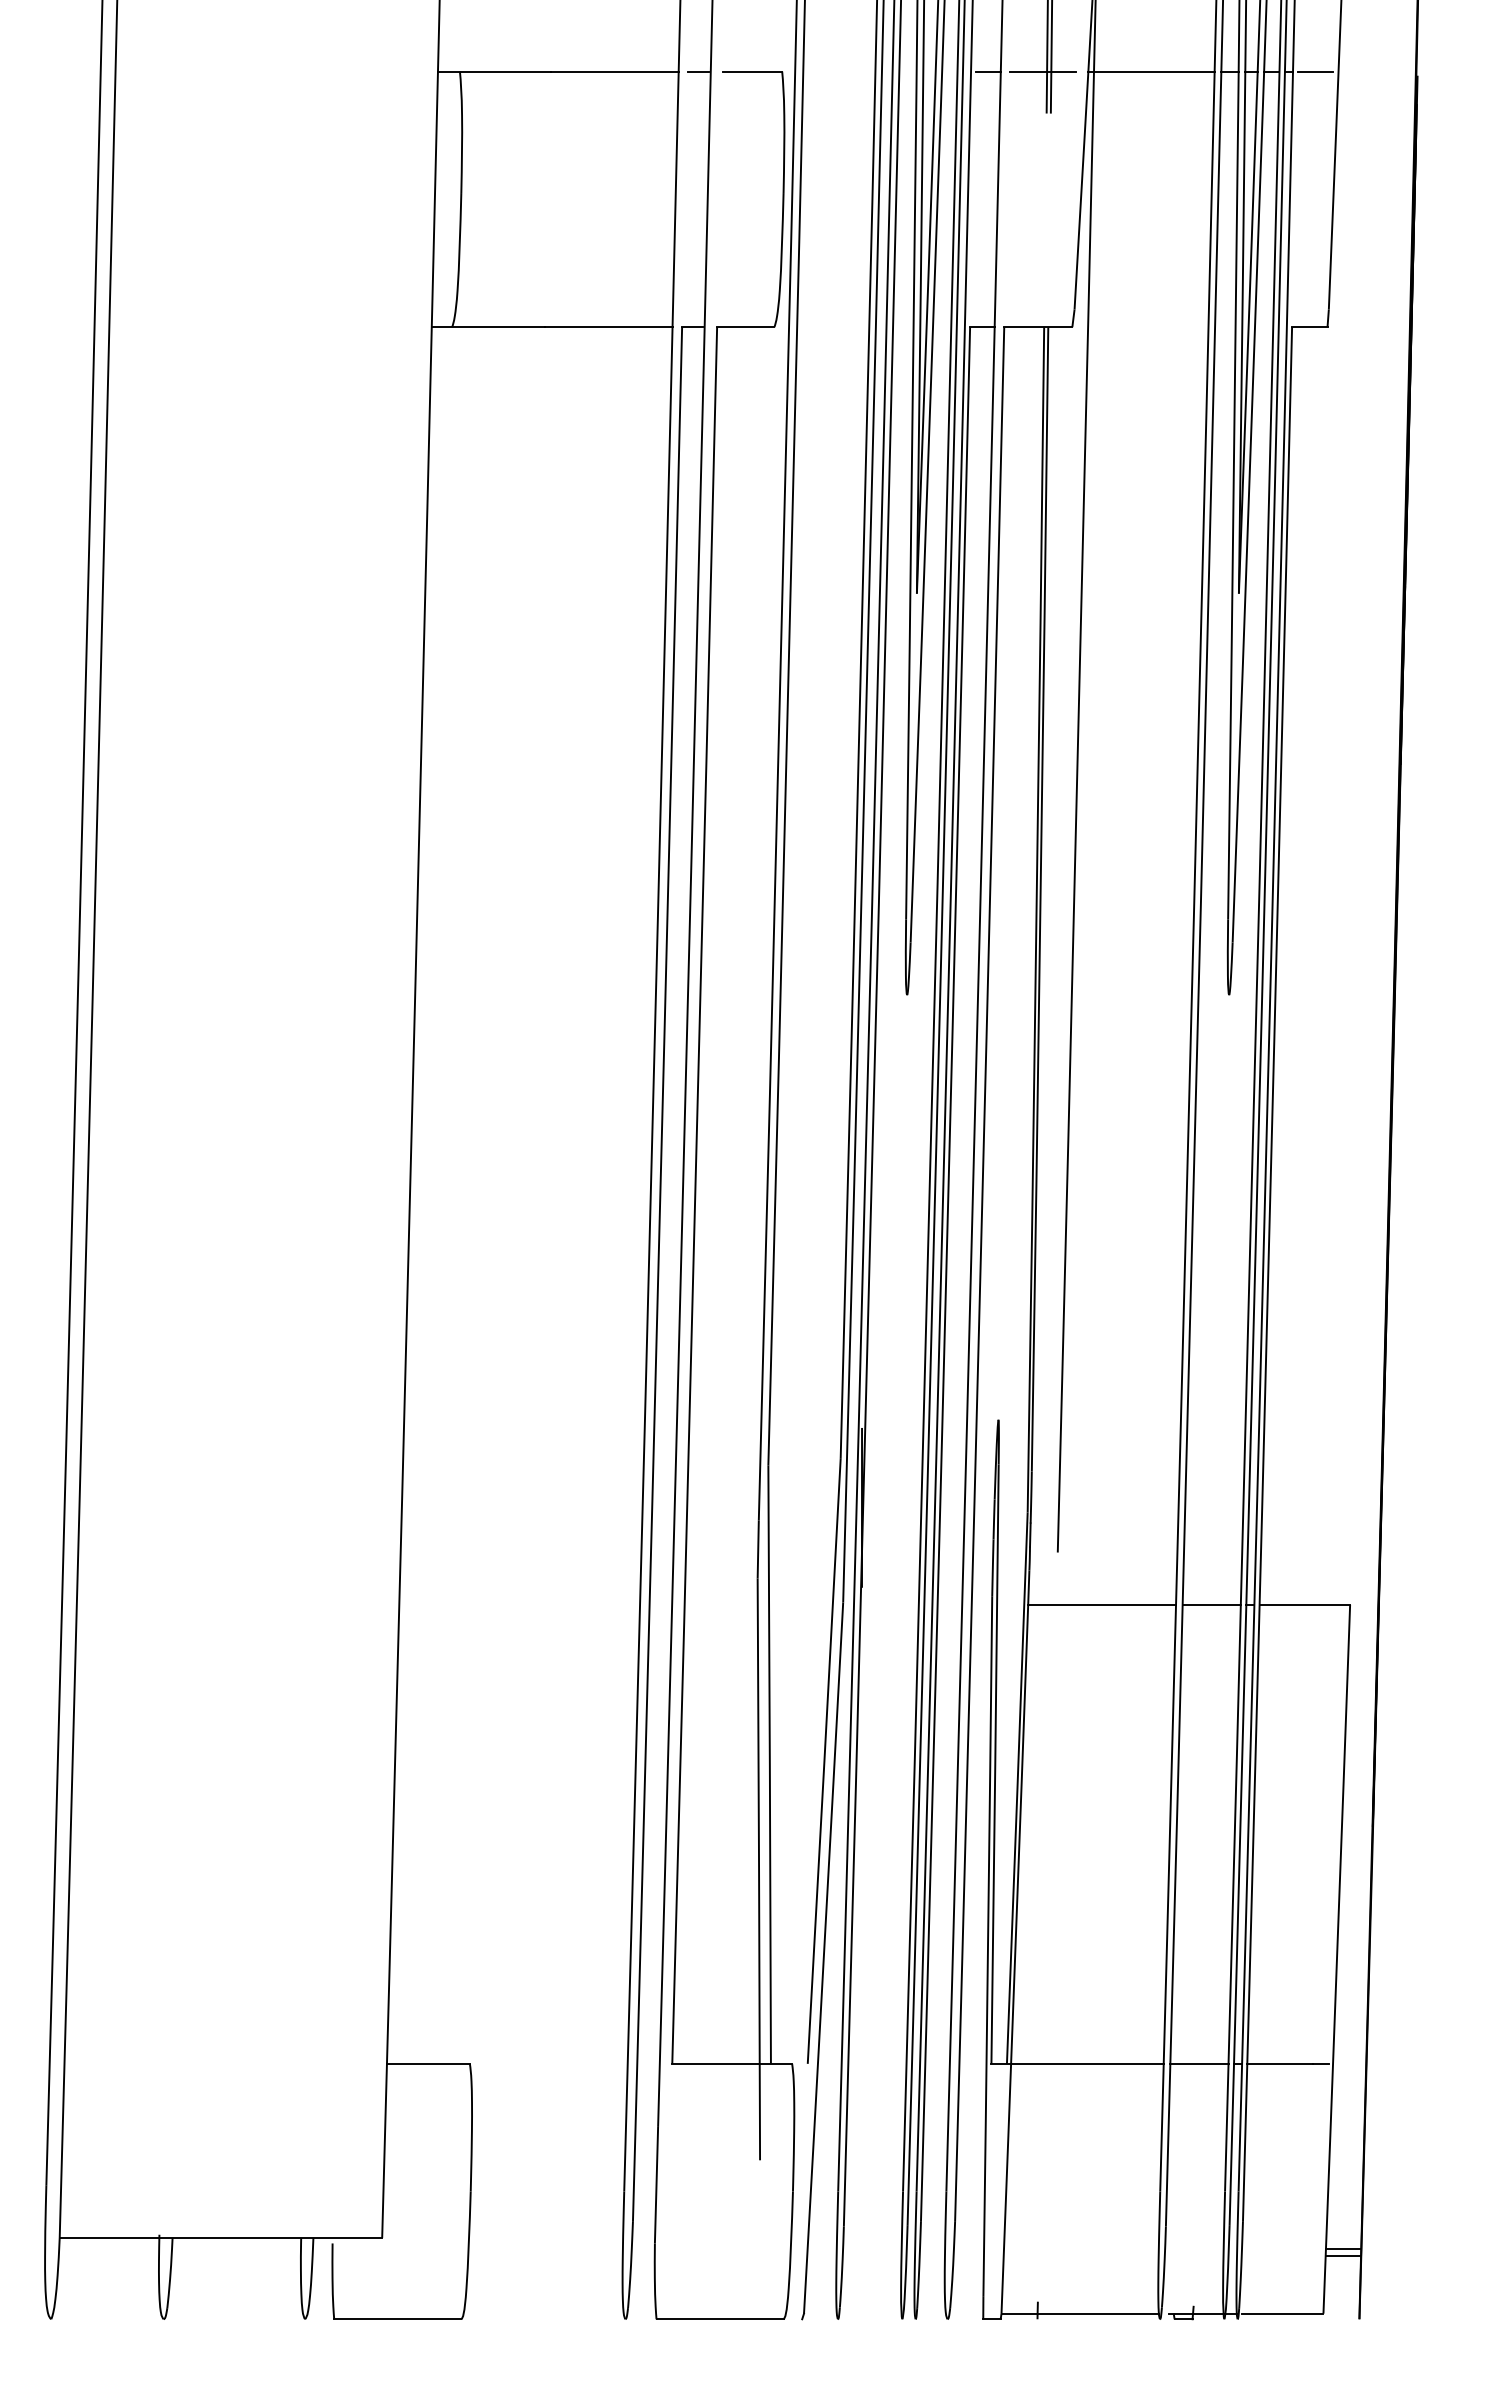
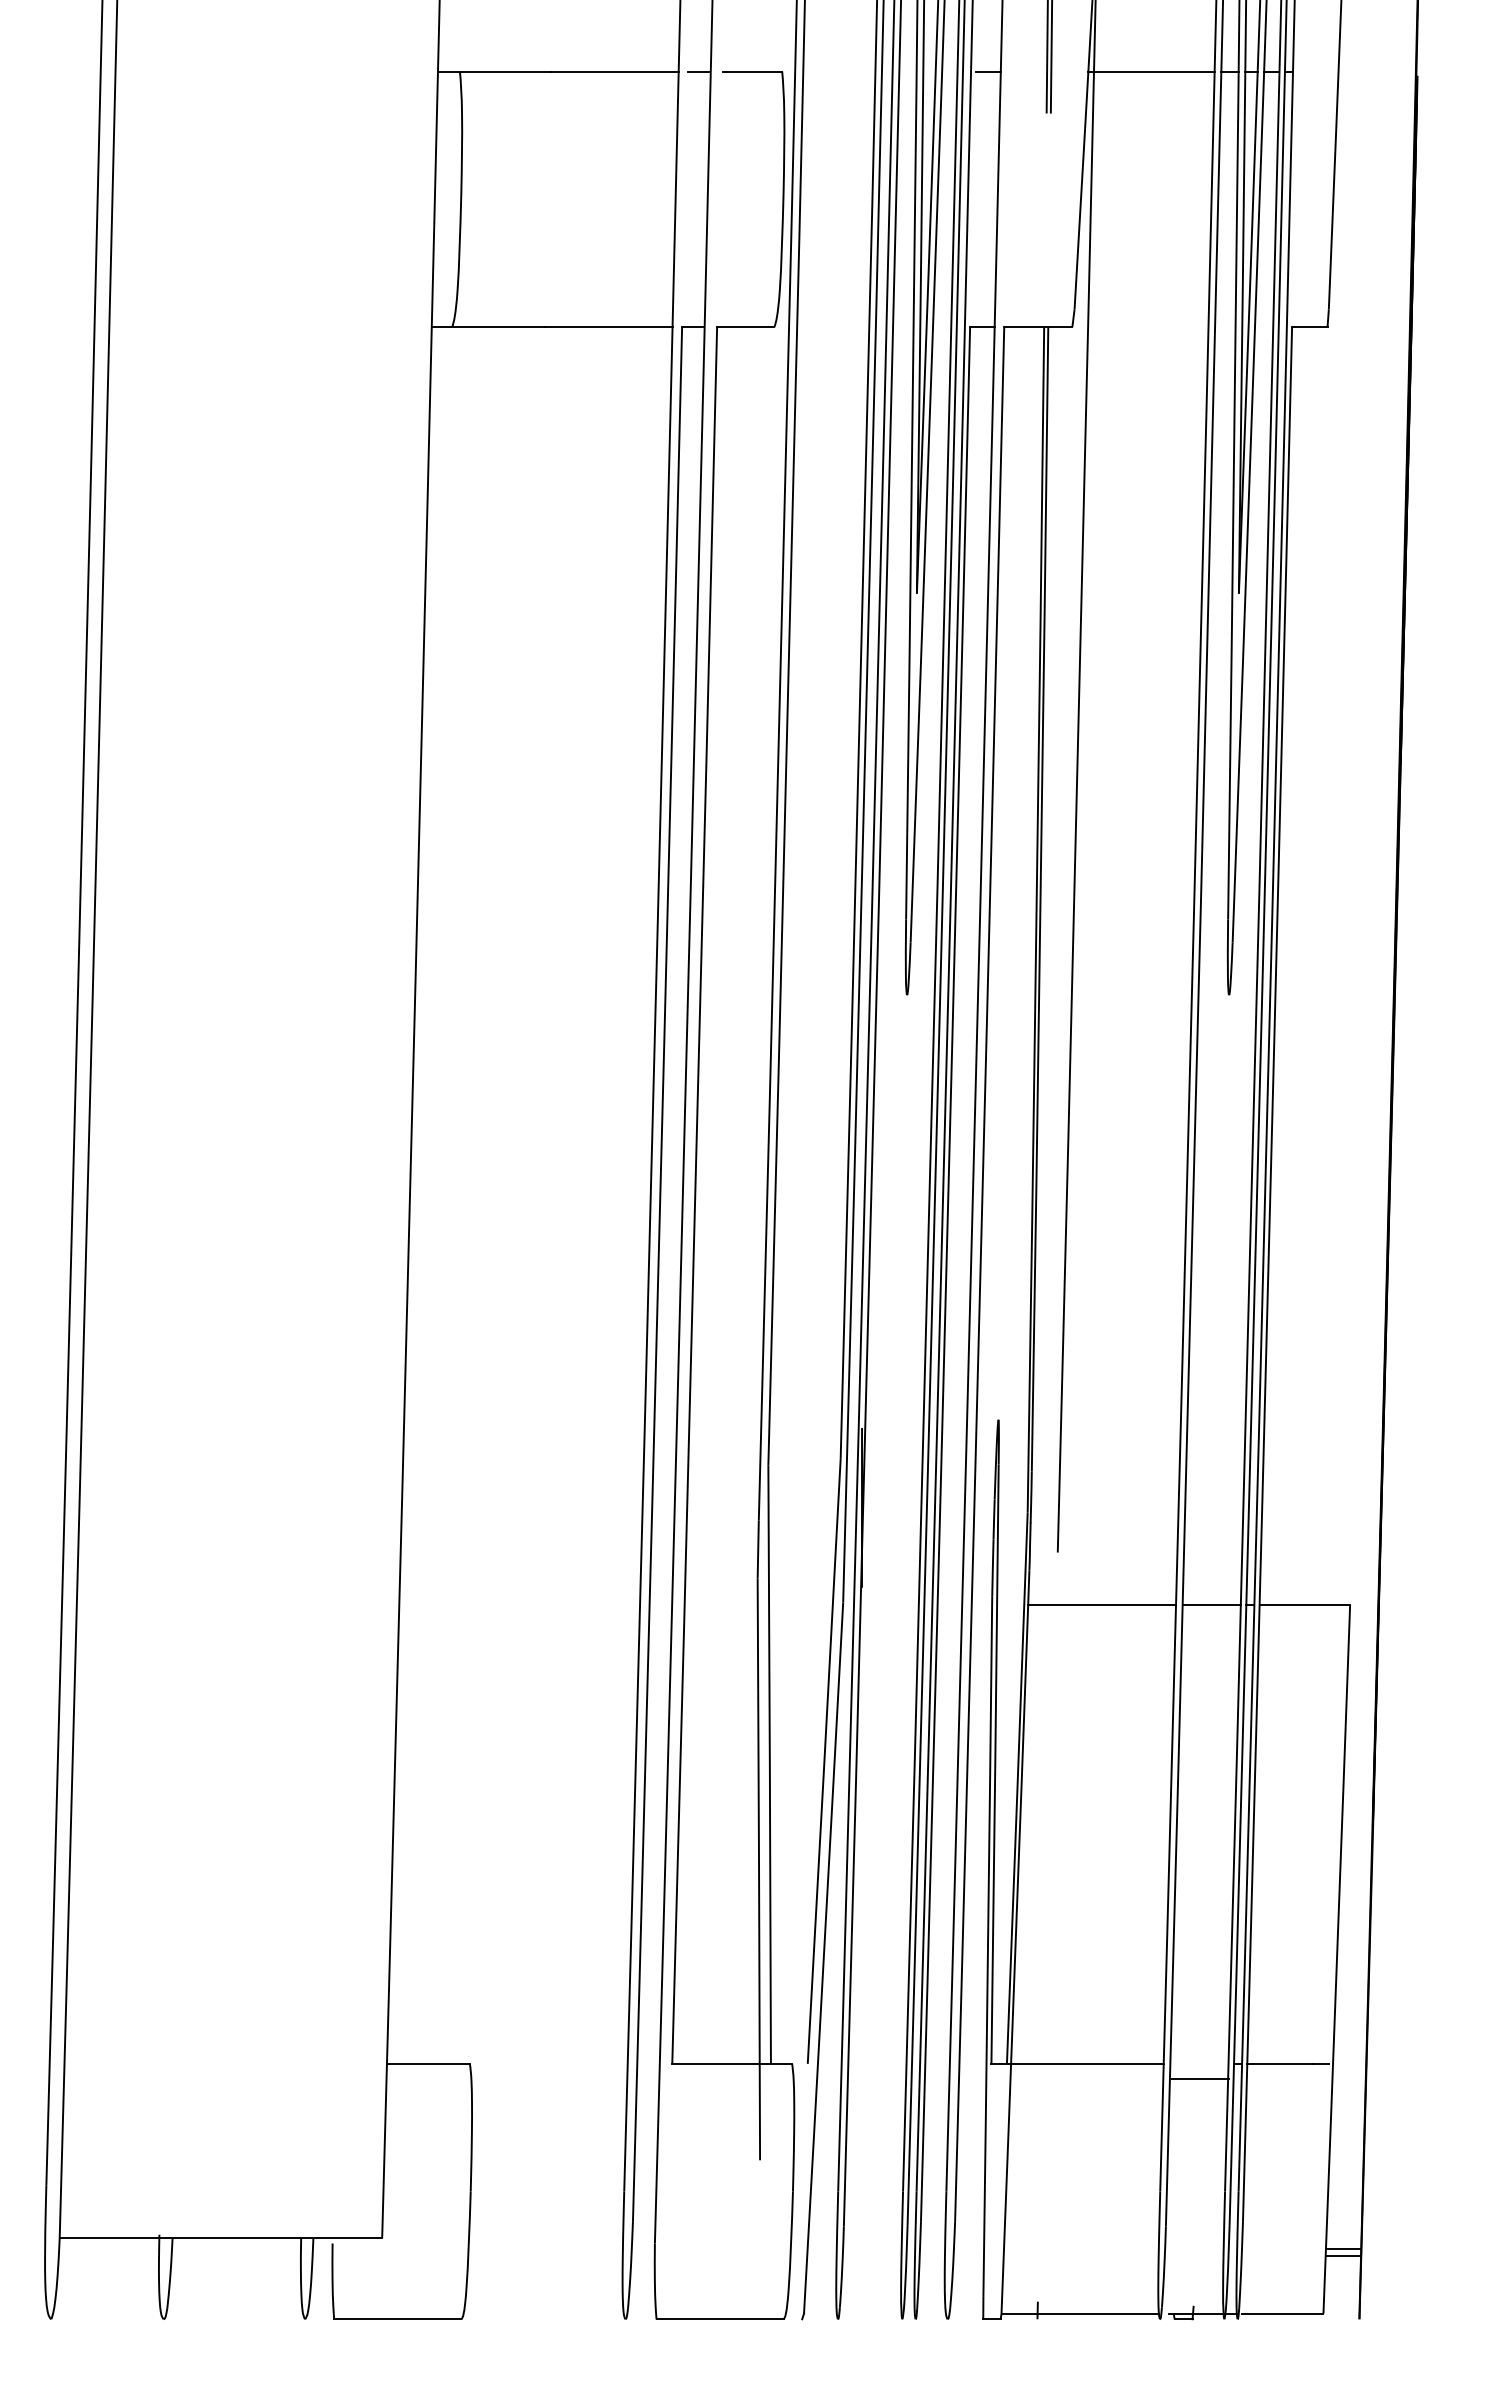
line at (1043, 71): present -> none
line at (1315, 71): present -> none
line at (1199, 2063) position: (1199, 2063) -> (1199, 2078)
